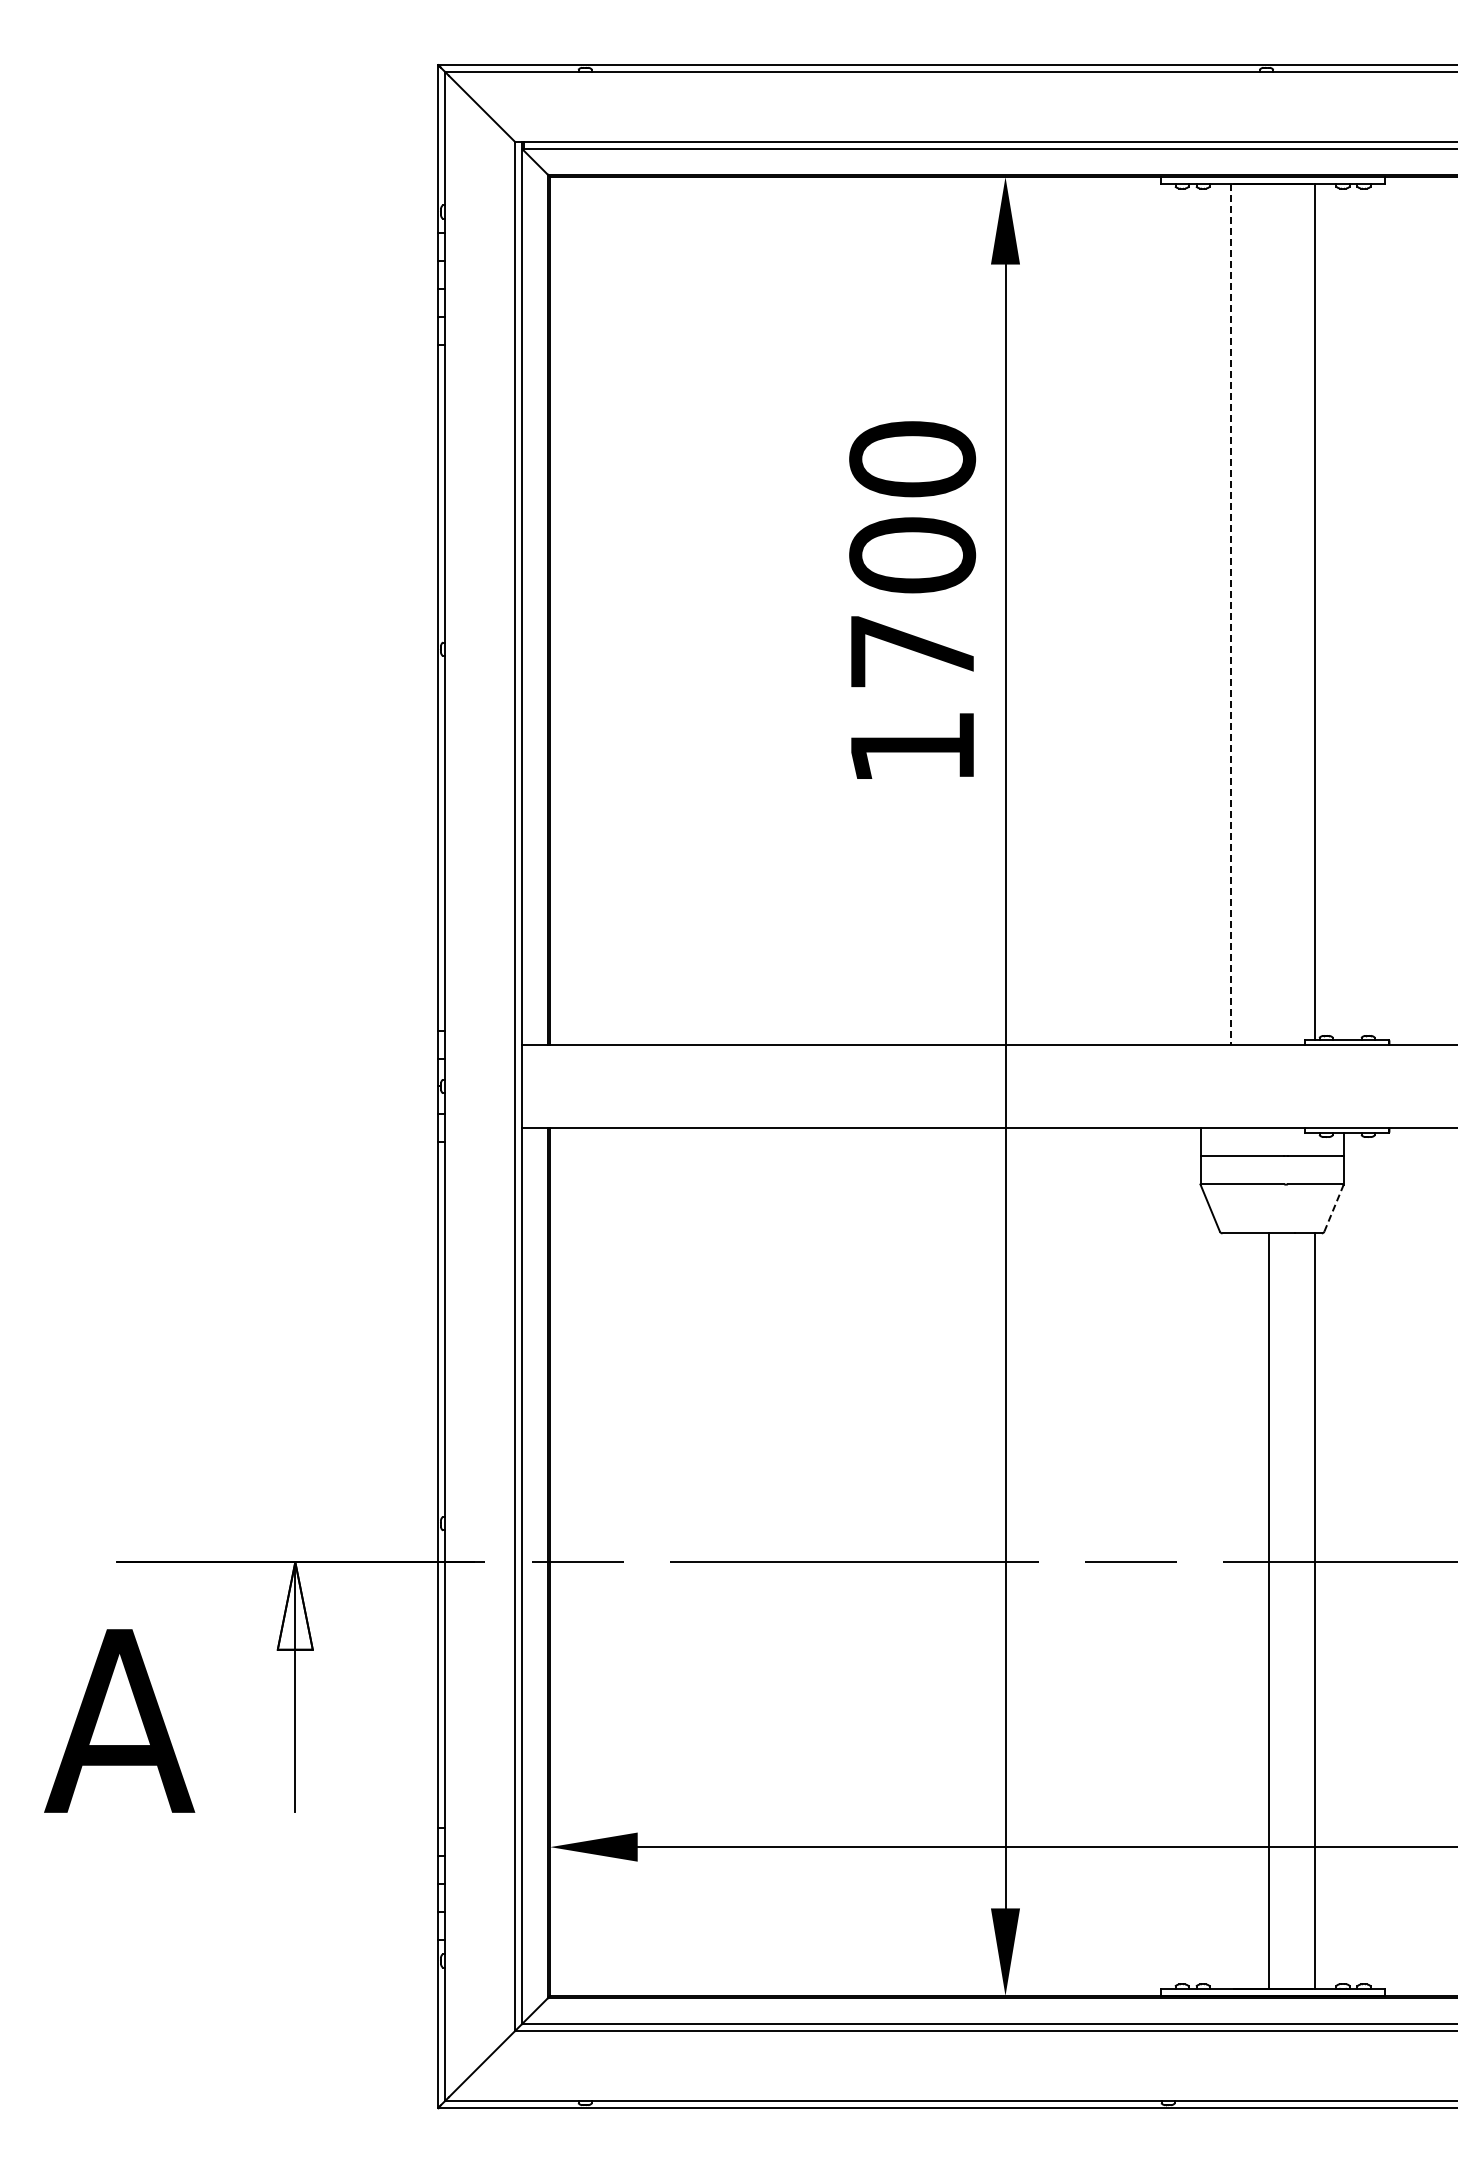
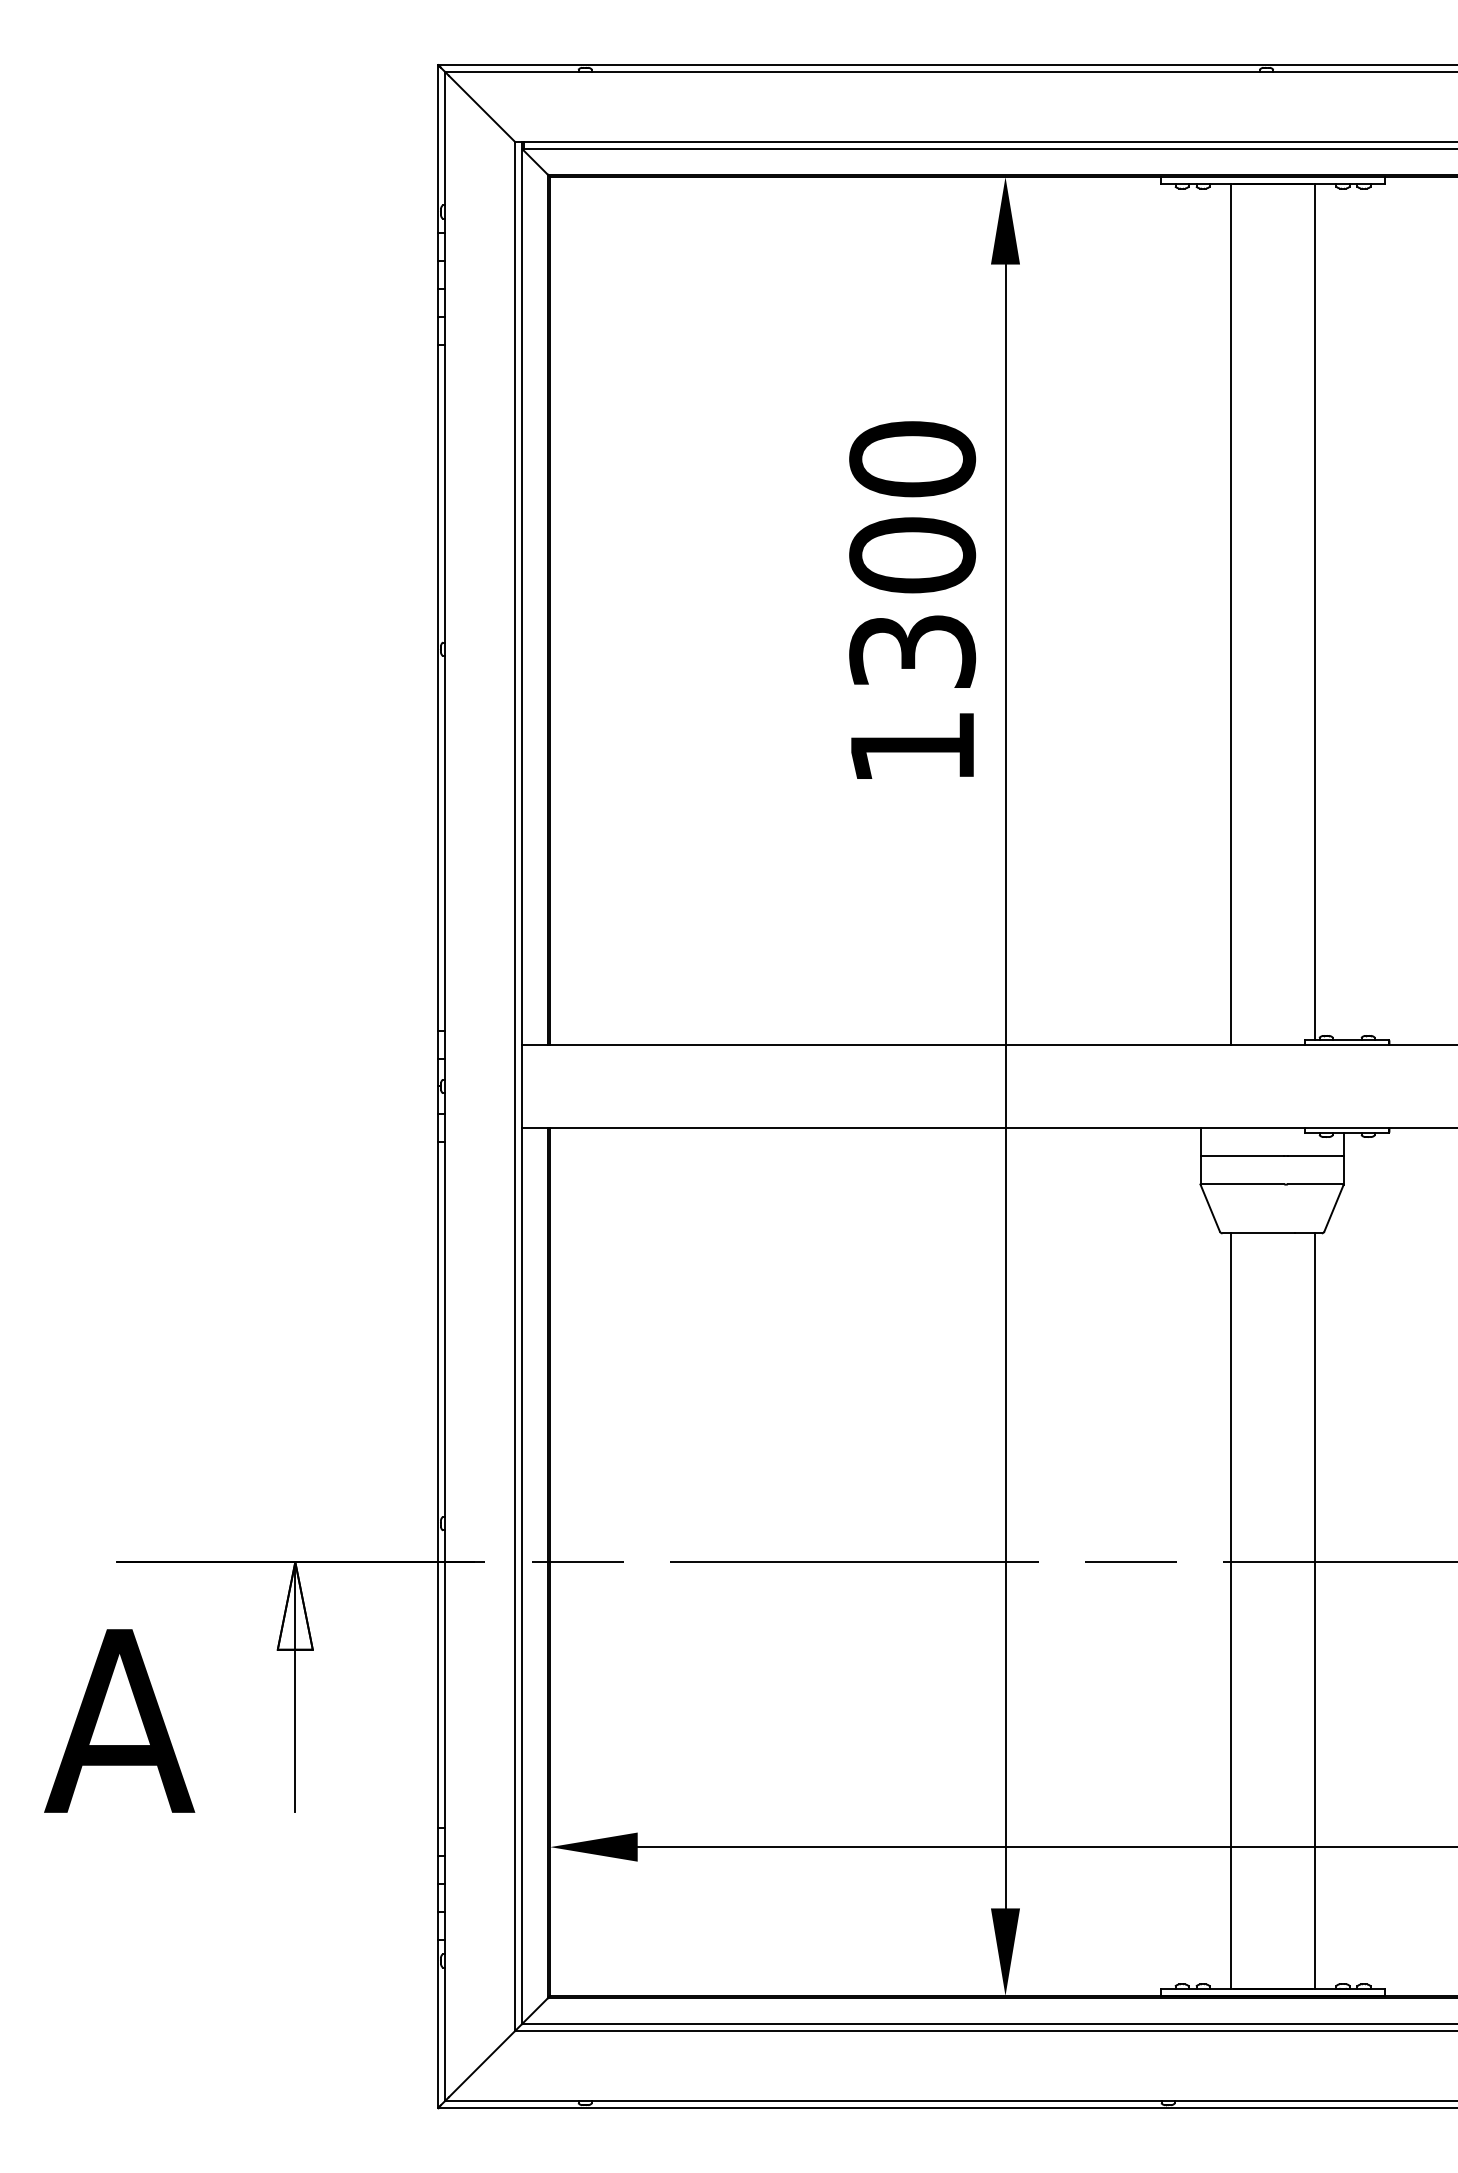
line at (1231, 614): dashed -> solid
text at (912, 651): 1700 -> 1300
line at (1333, 1208): dashed -> solid
line at (1269, 1610) position: (1269, 1610) -> (1231, 1610)
